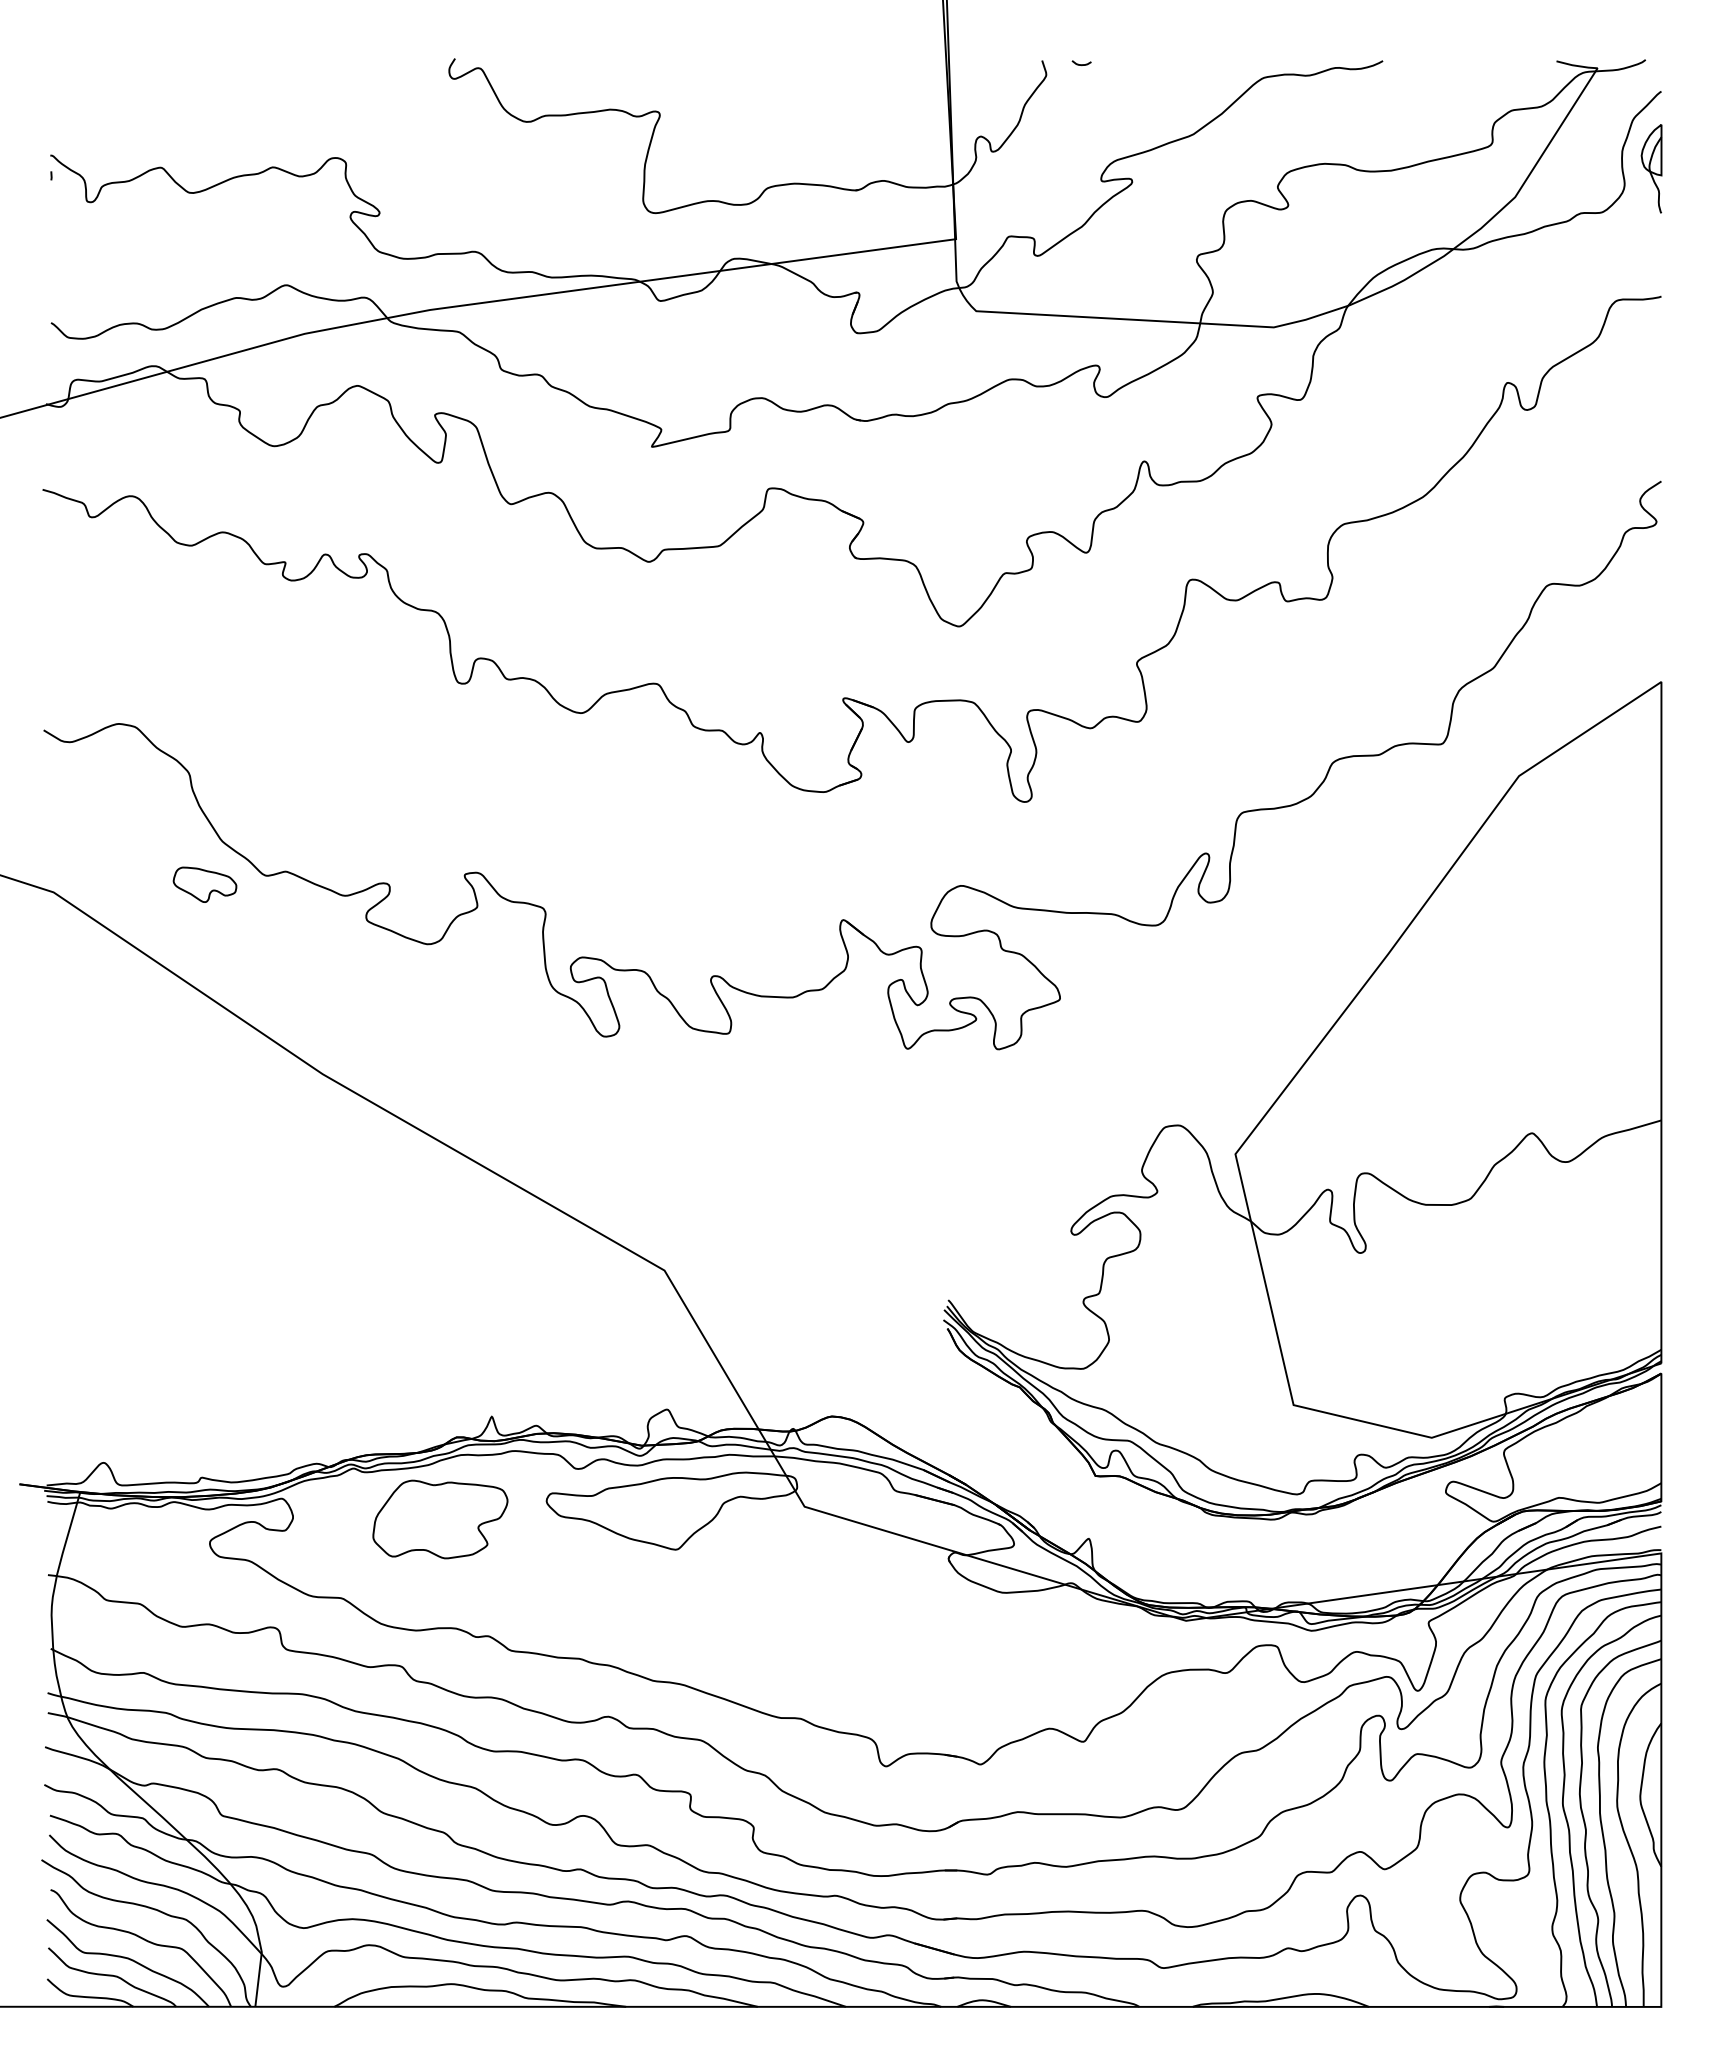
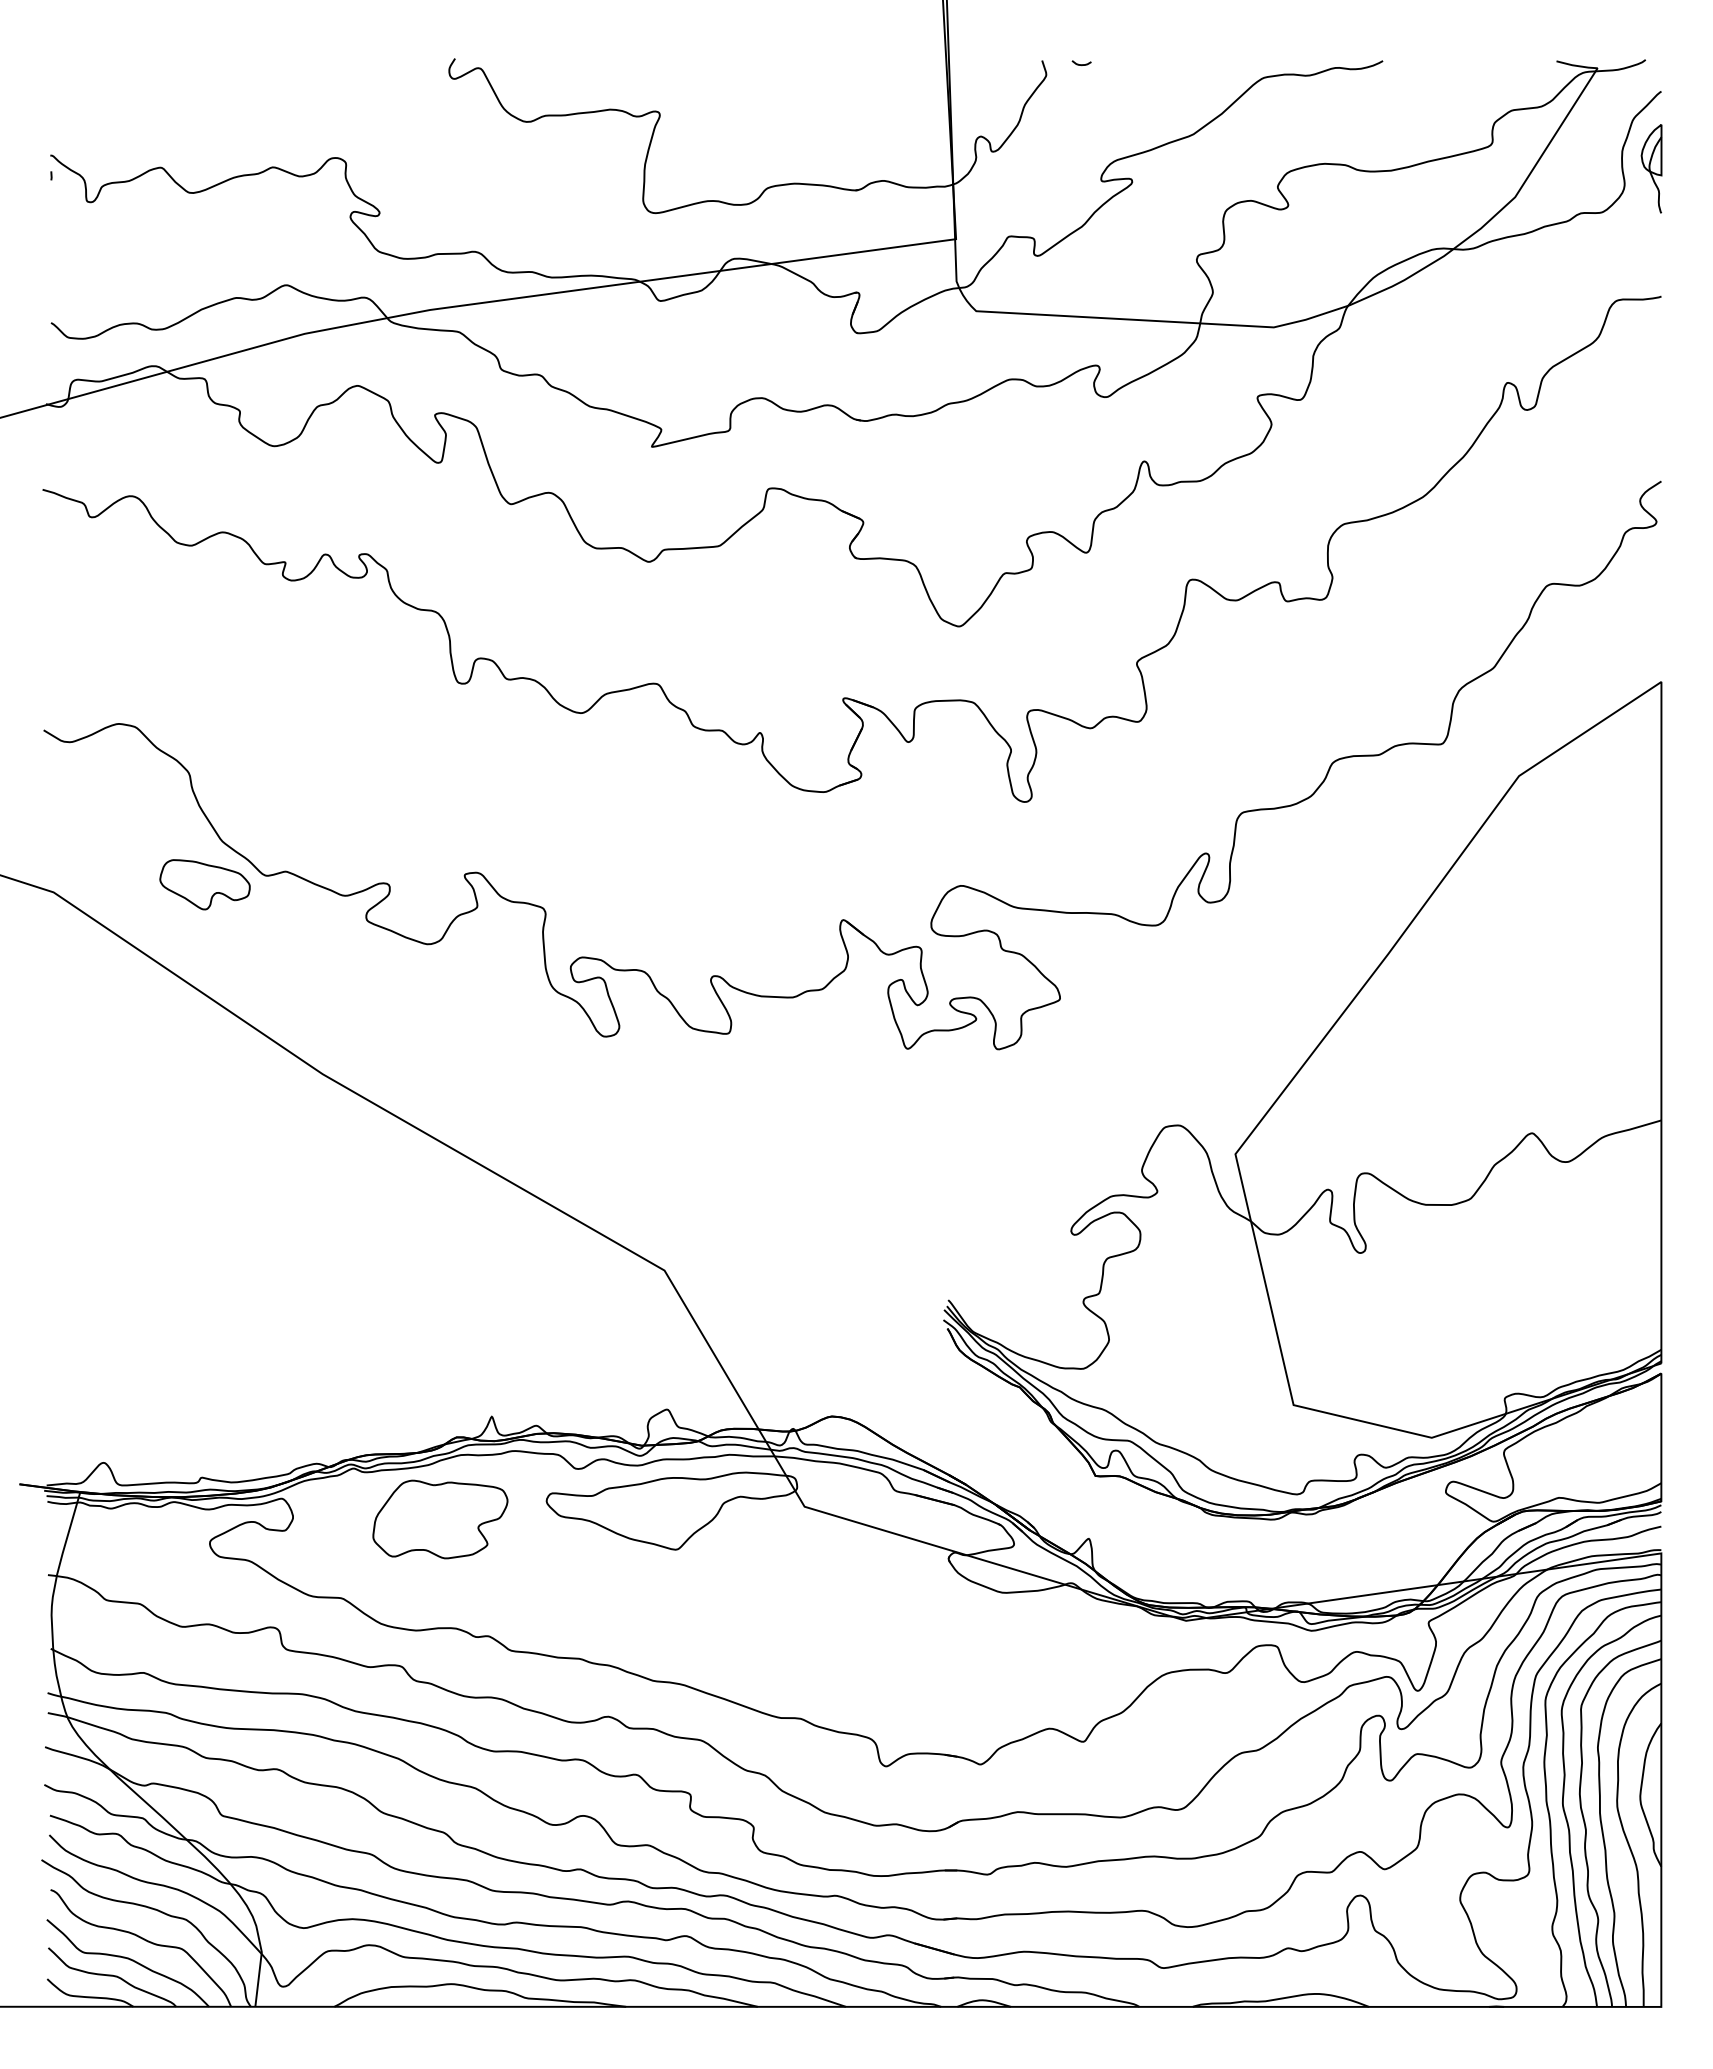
part at (204, 884) size: 66x37 px -> 92x52 px
